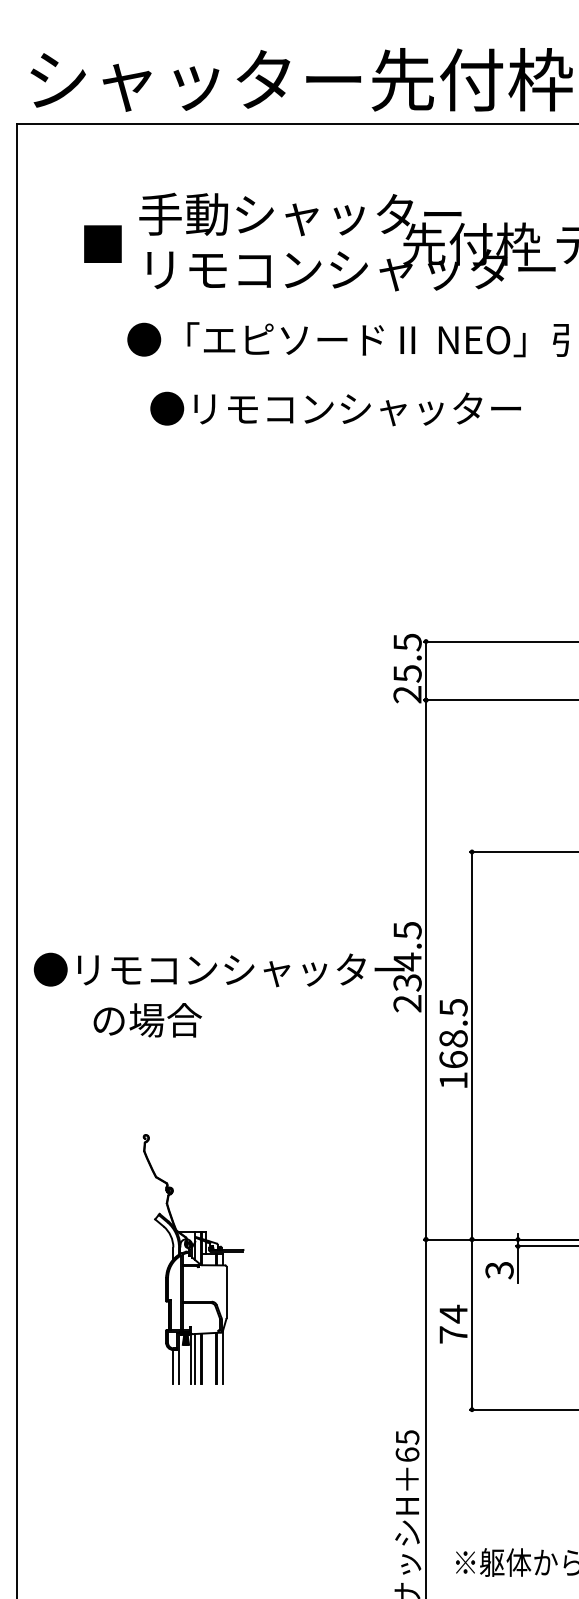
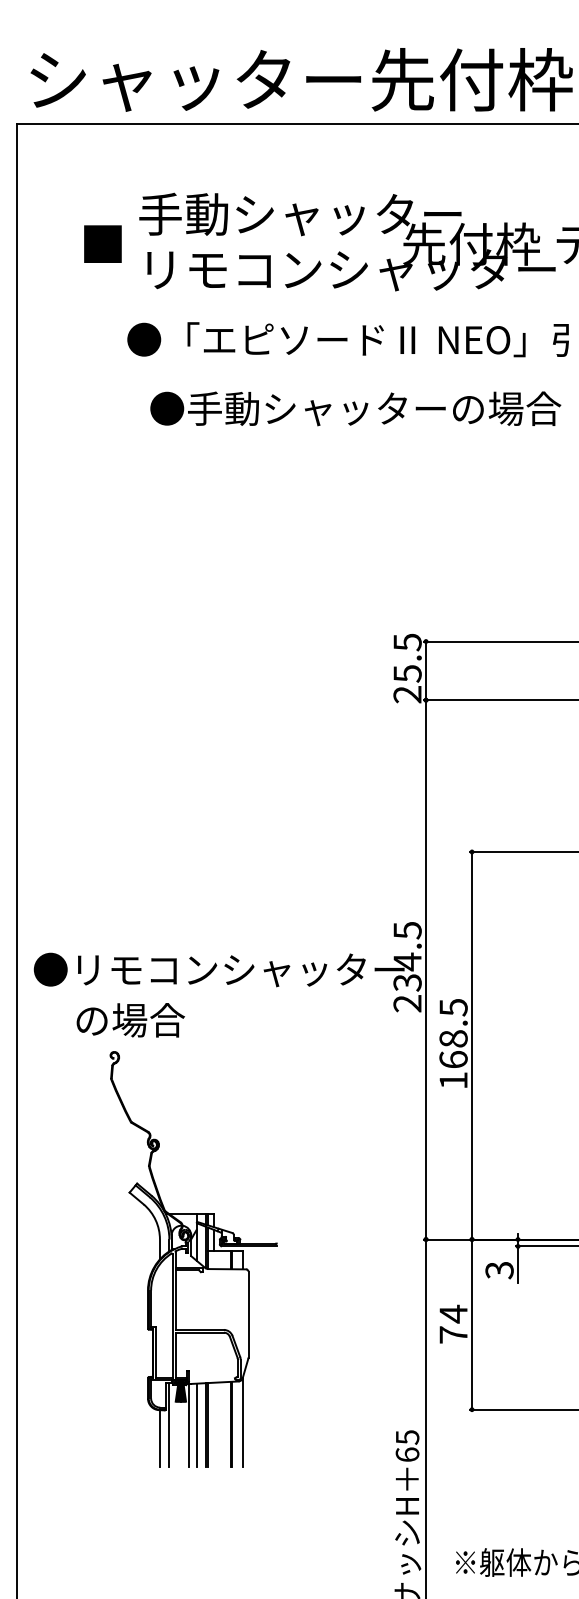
text at (374, 408): ●リモコンシャッター -> ●手動シャッターの場合
text at (147, 1020) position: (147, 1020) -> (130, 1020)
part at (193, 1259) size: 103x251 px -> 169x417 px
